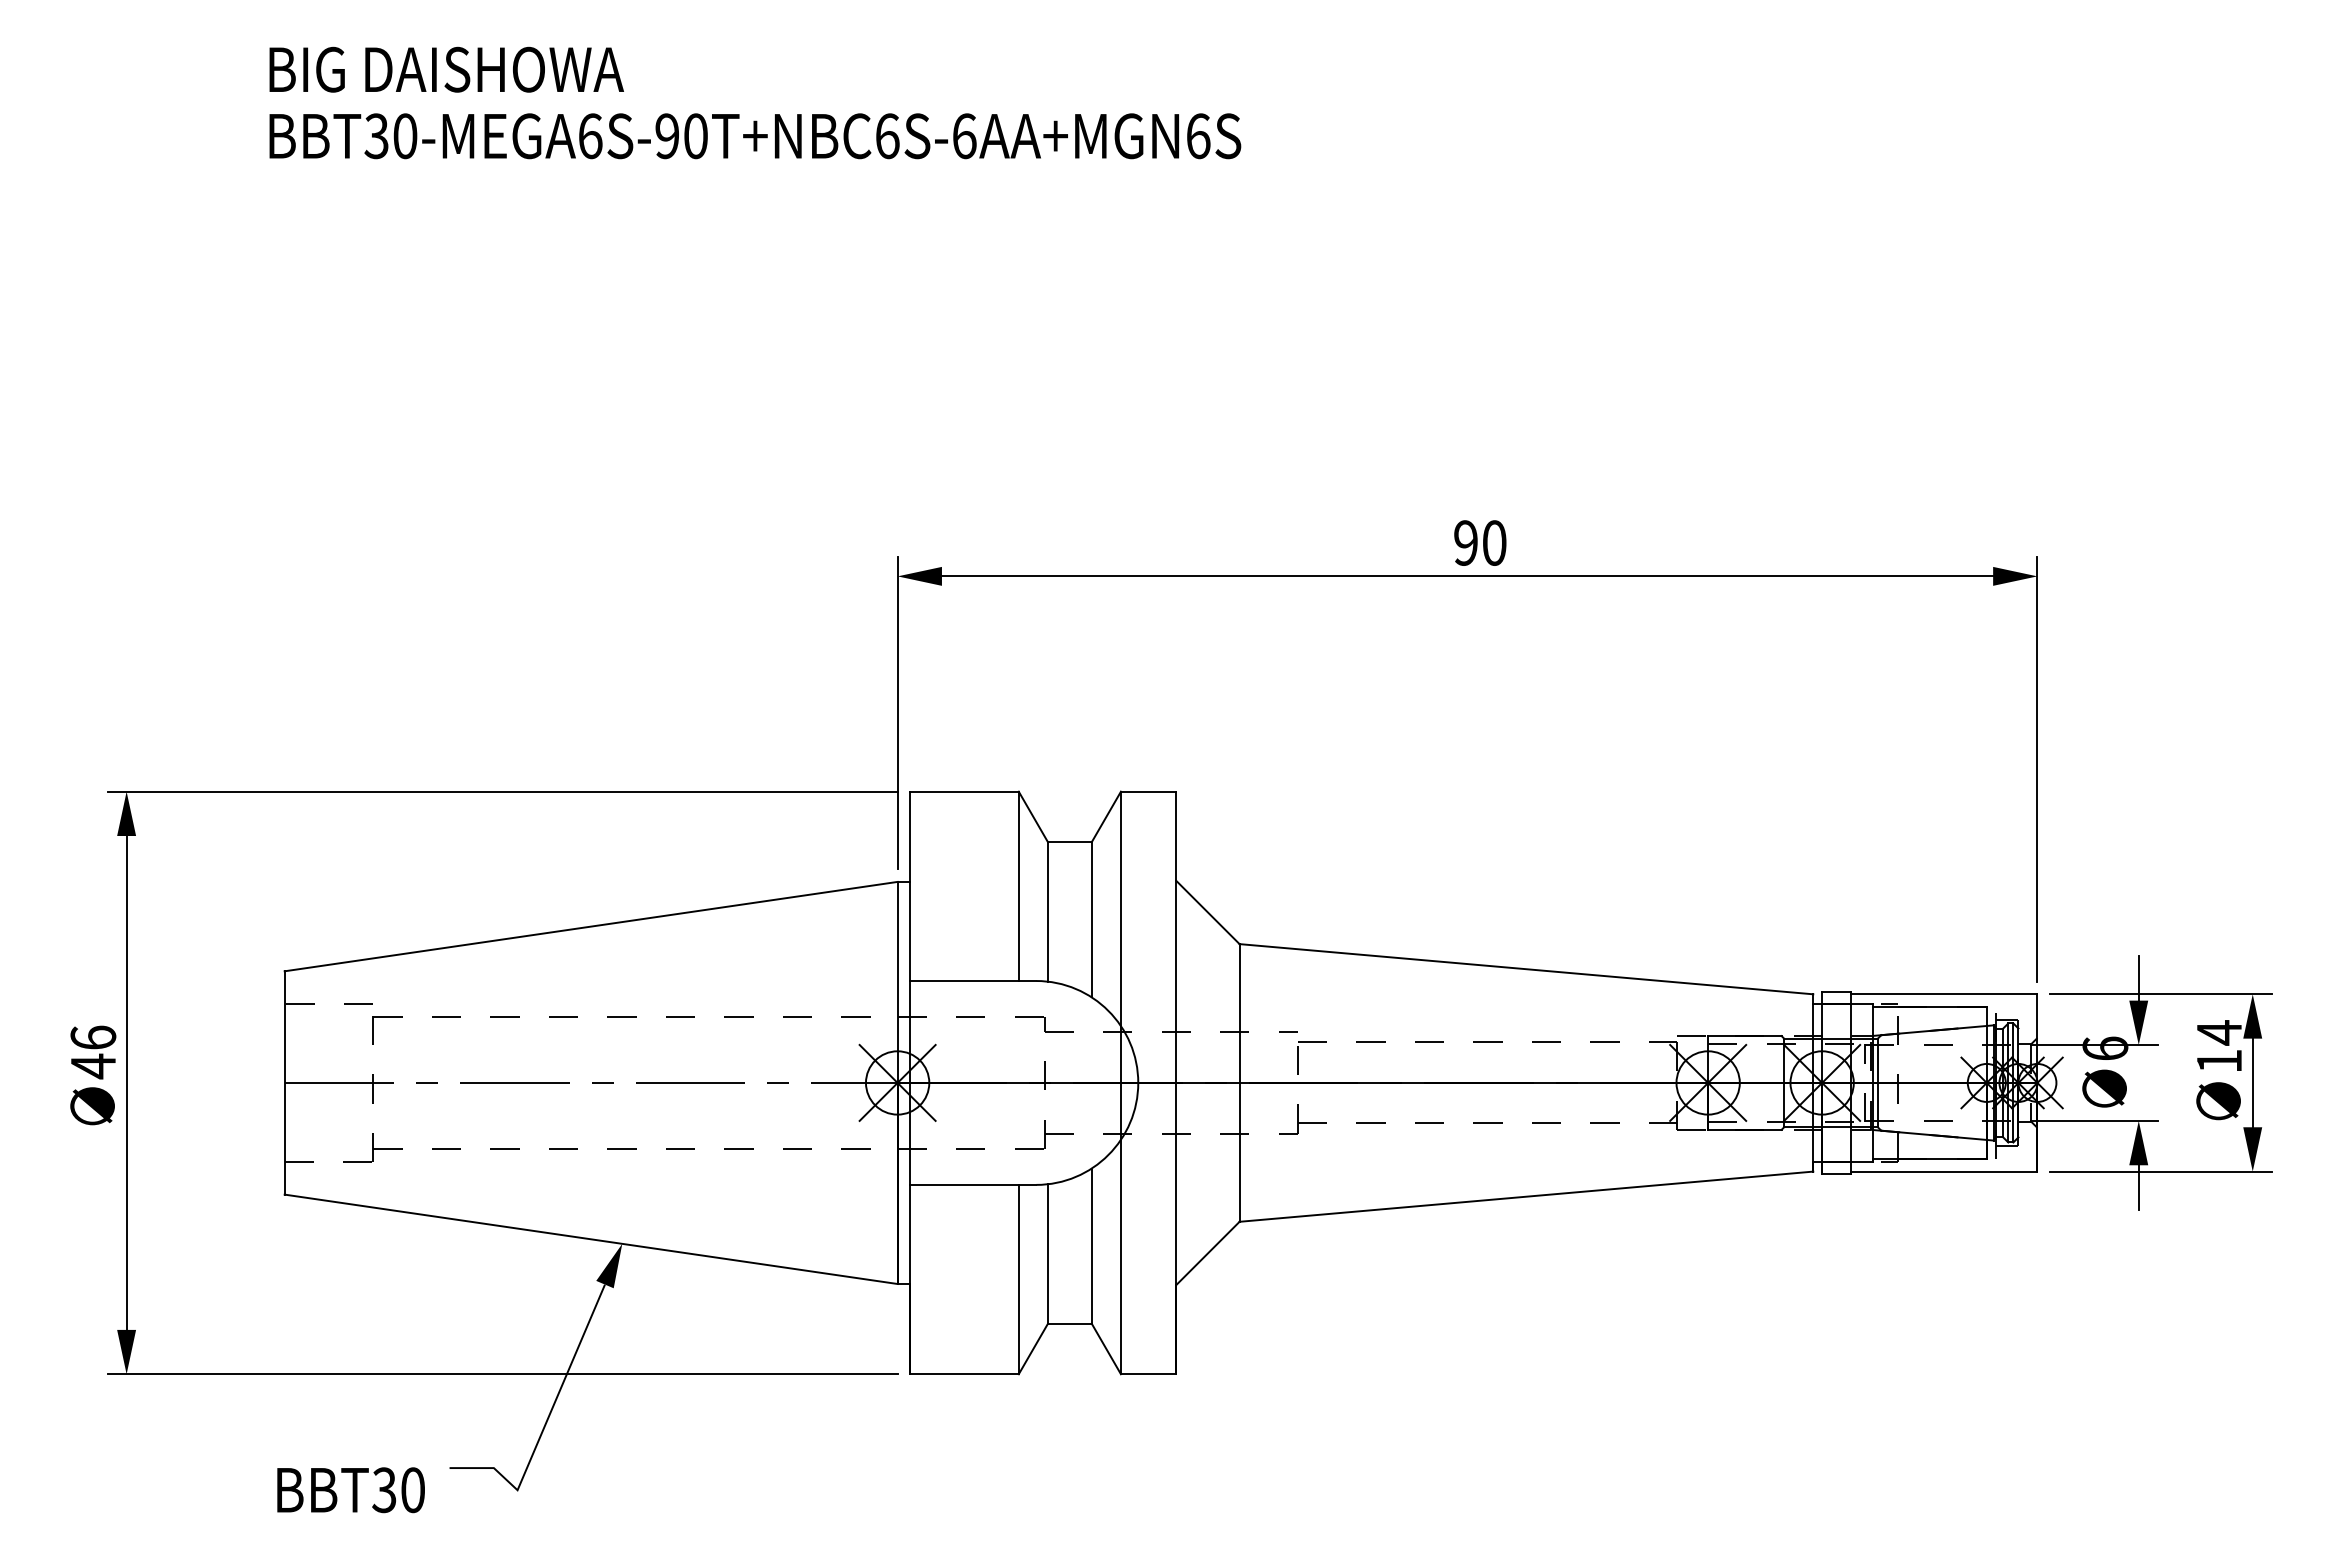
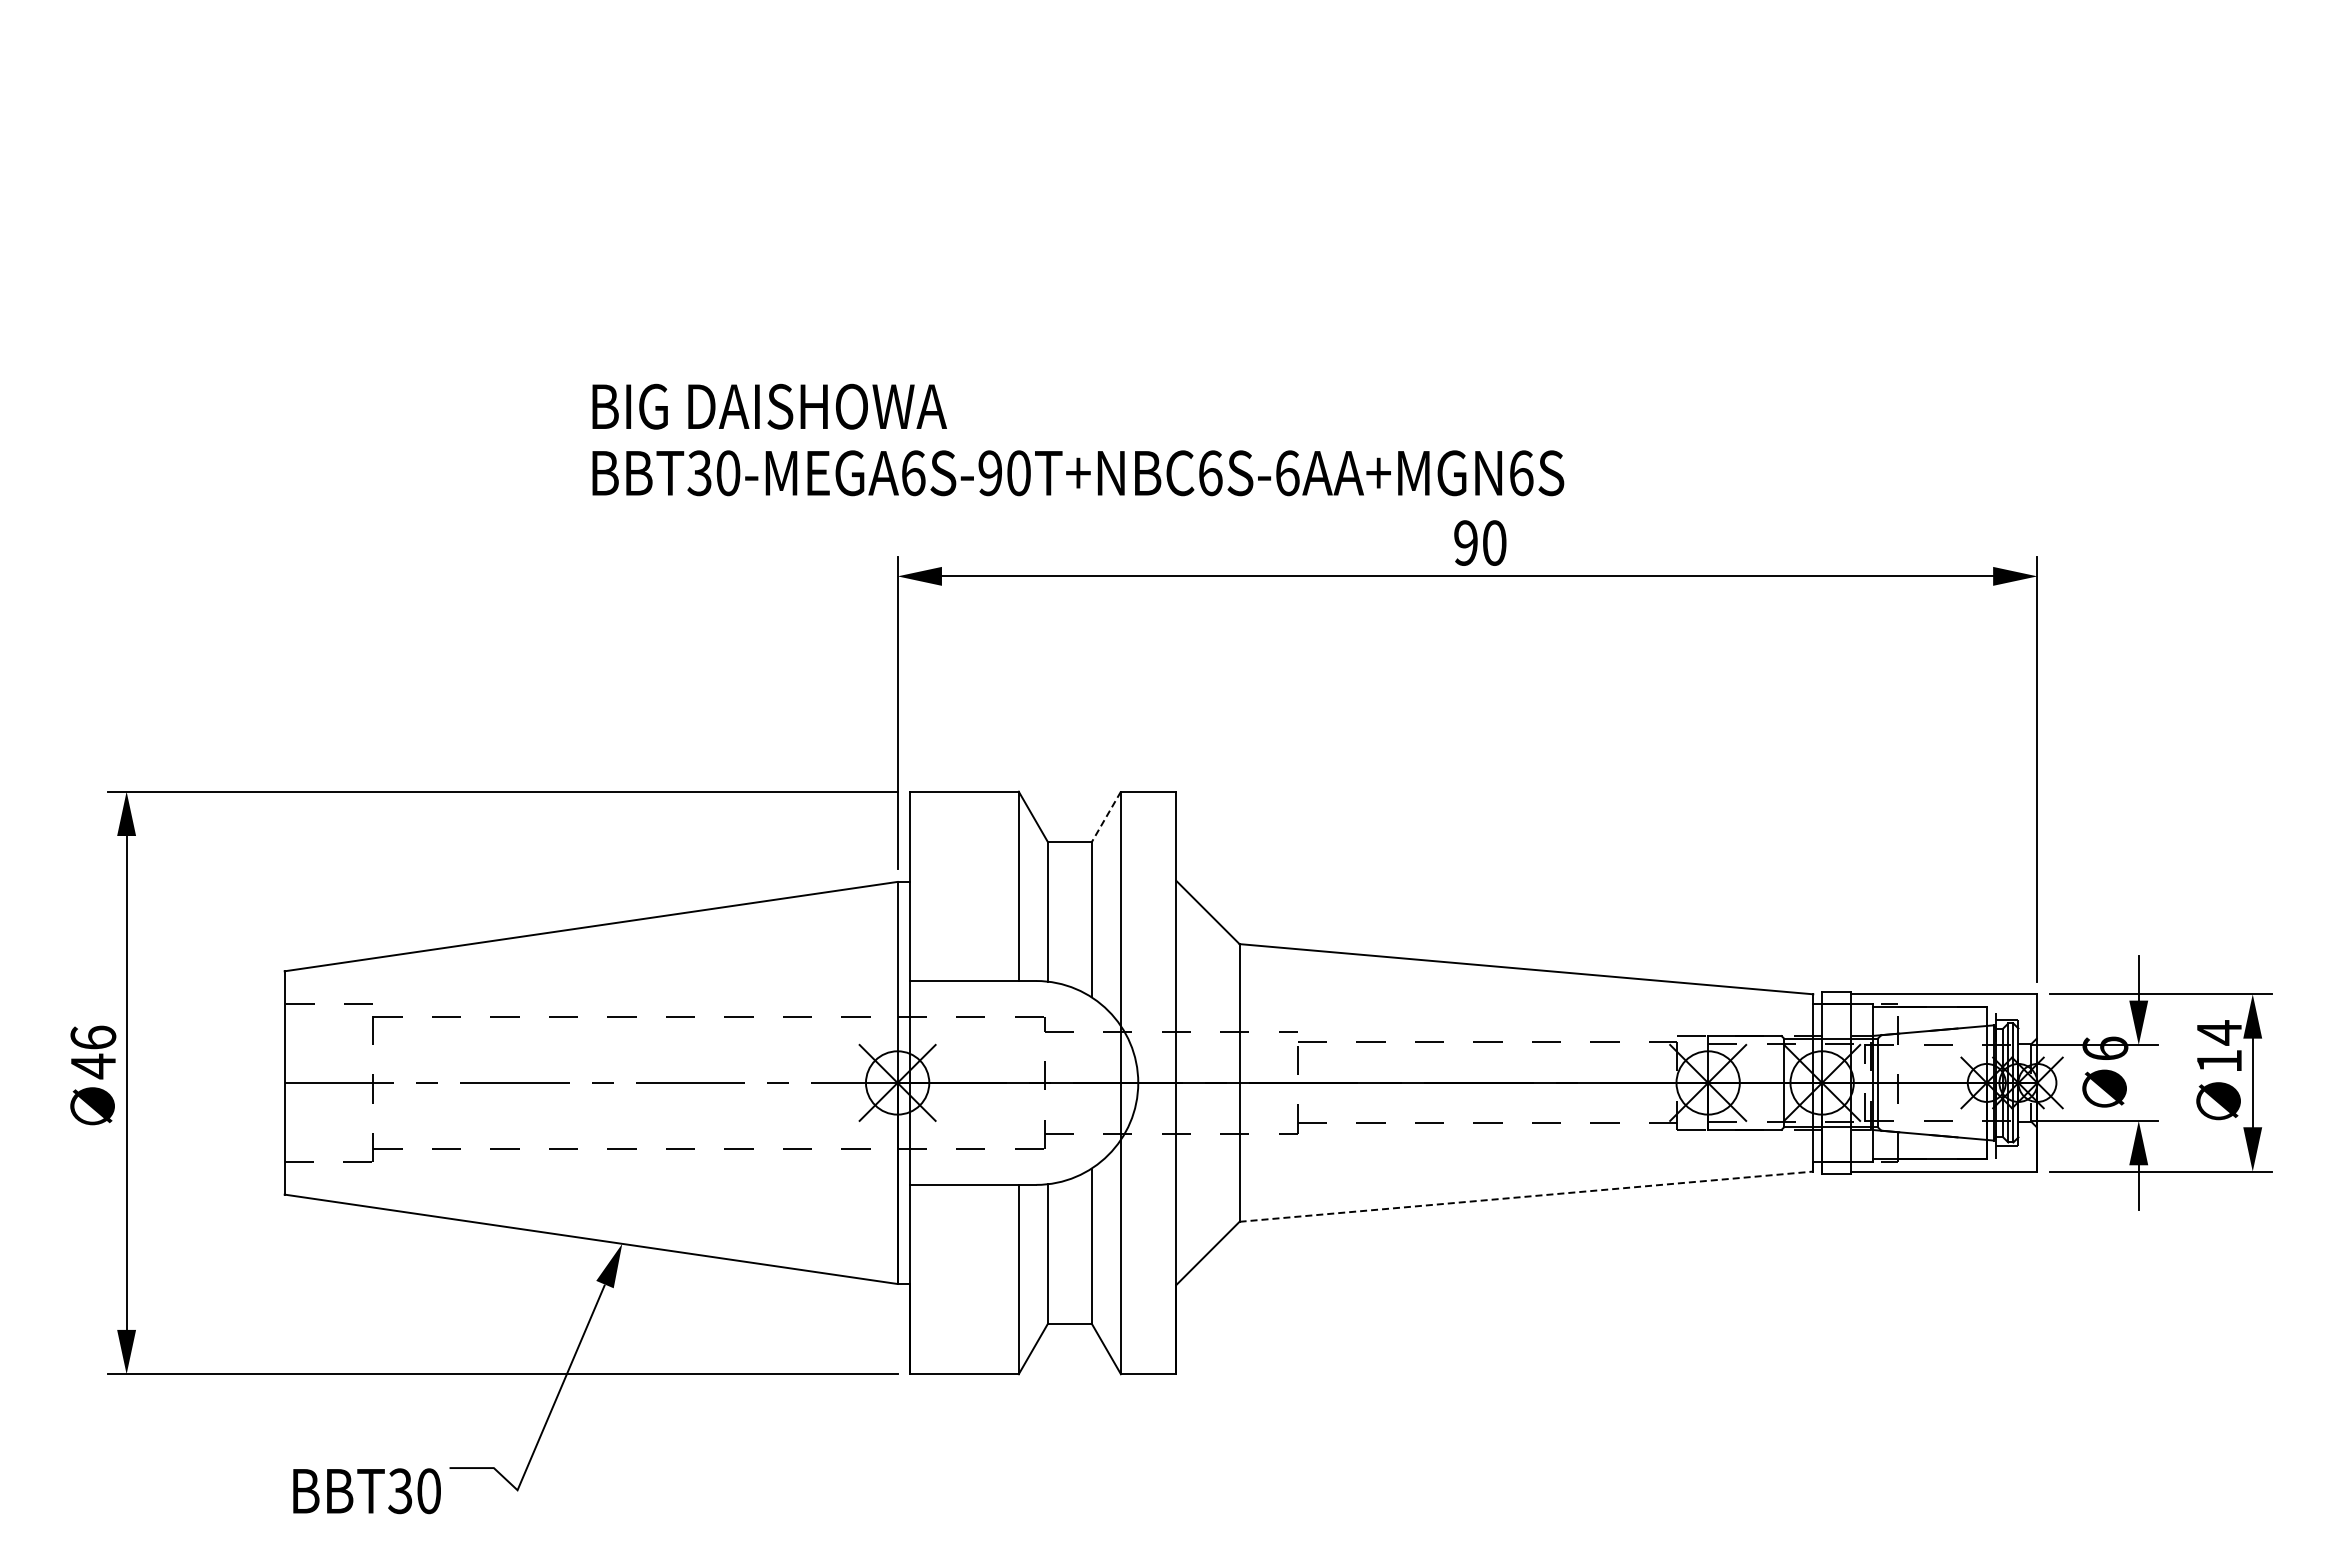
text at (755, 102) position: (755, 102) -> (1078, 439)
line at (1106, 817): solid -> dashed
line at (1526, 1196): solid -> dashed
text at (350, 1490) position: (350, 1490) -> (366, 1491)
